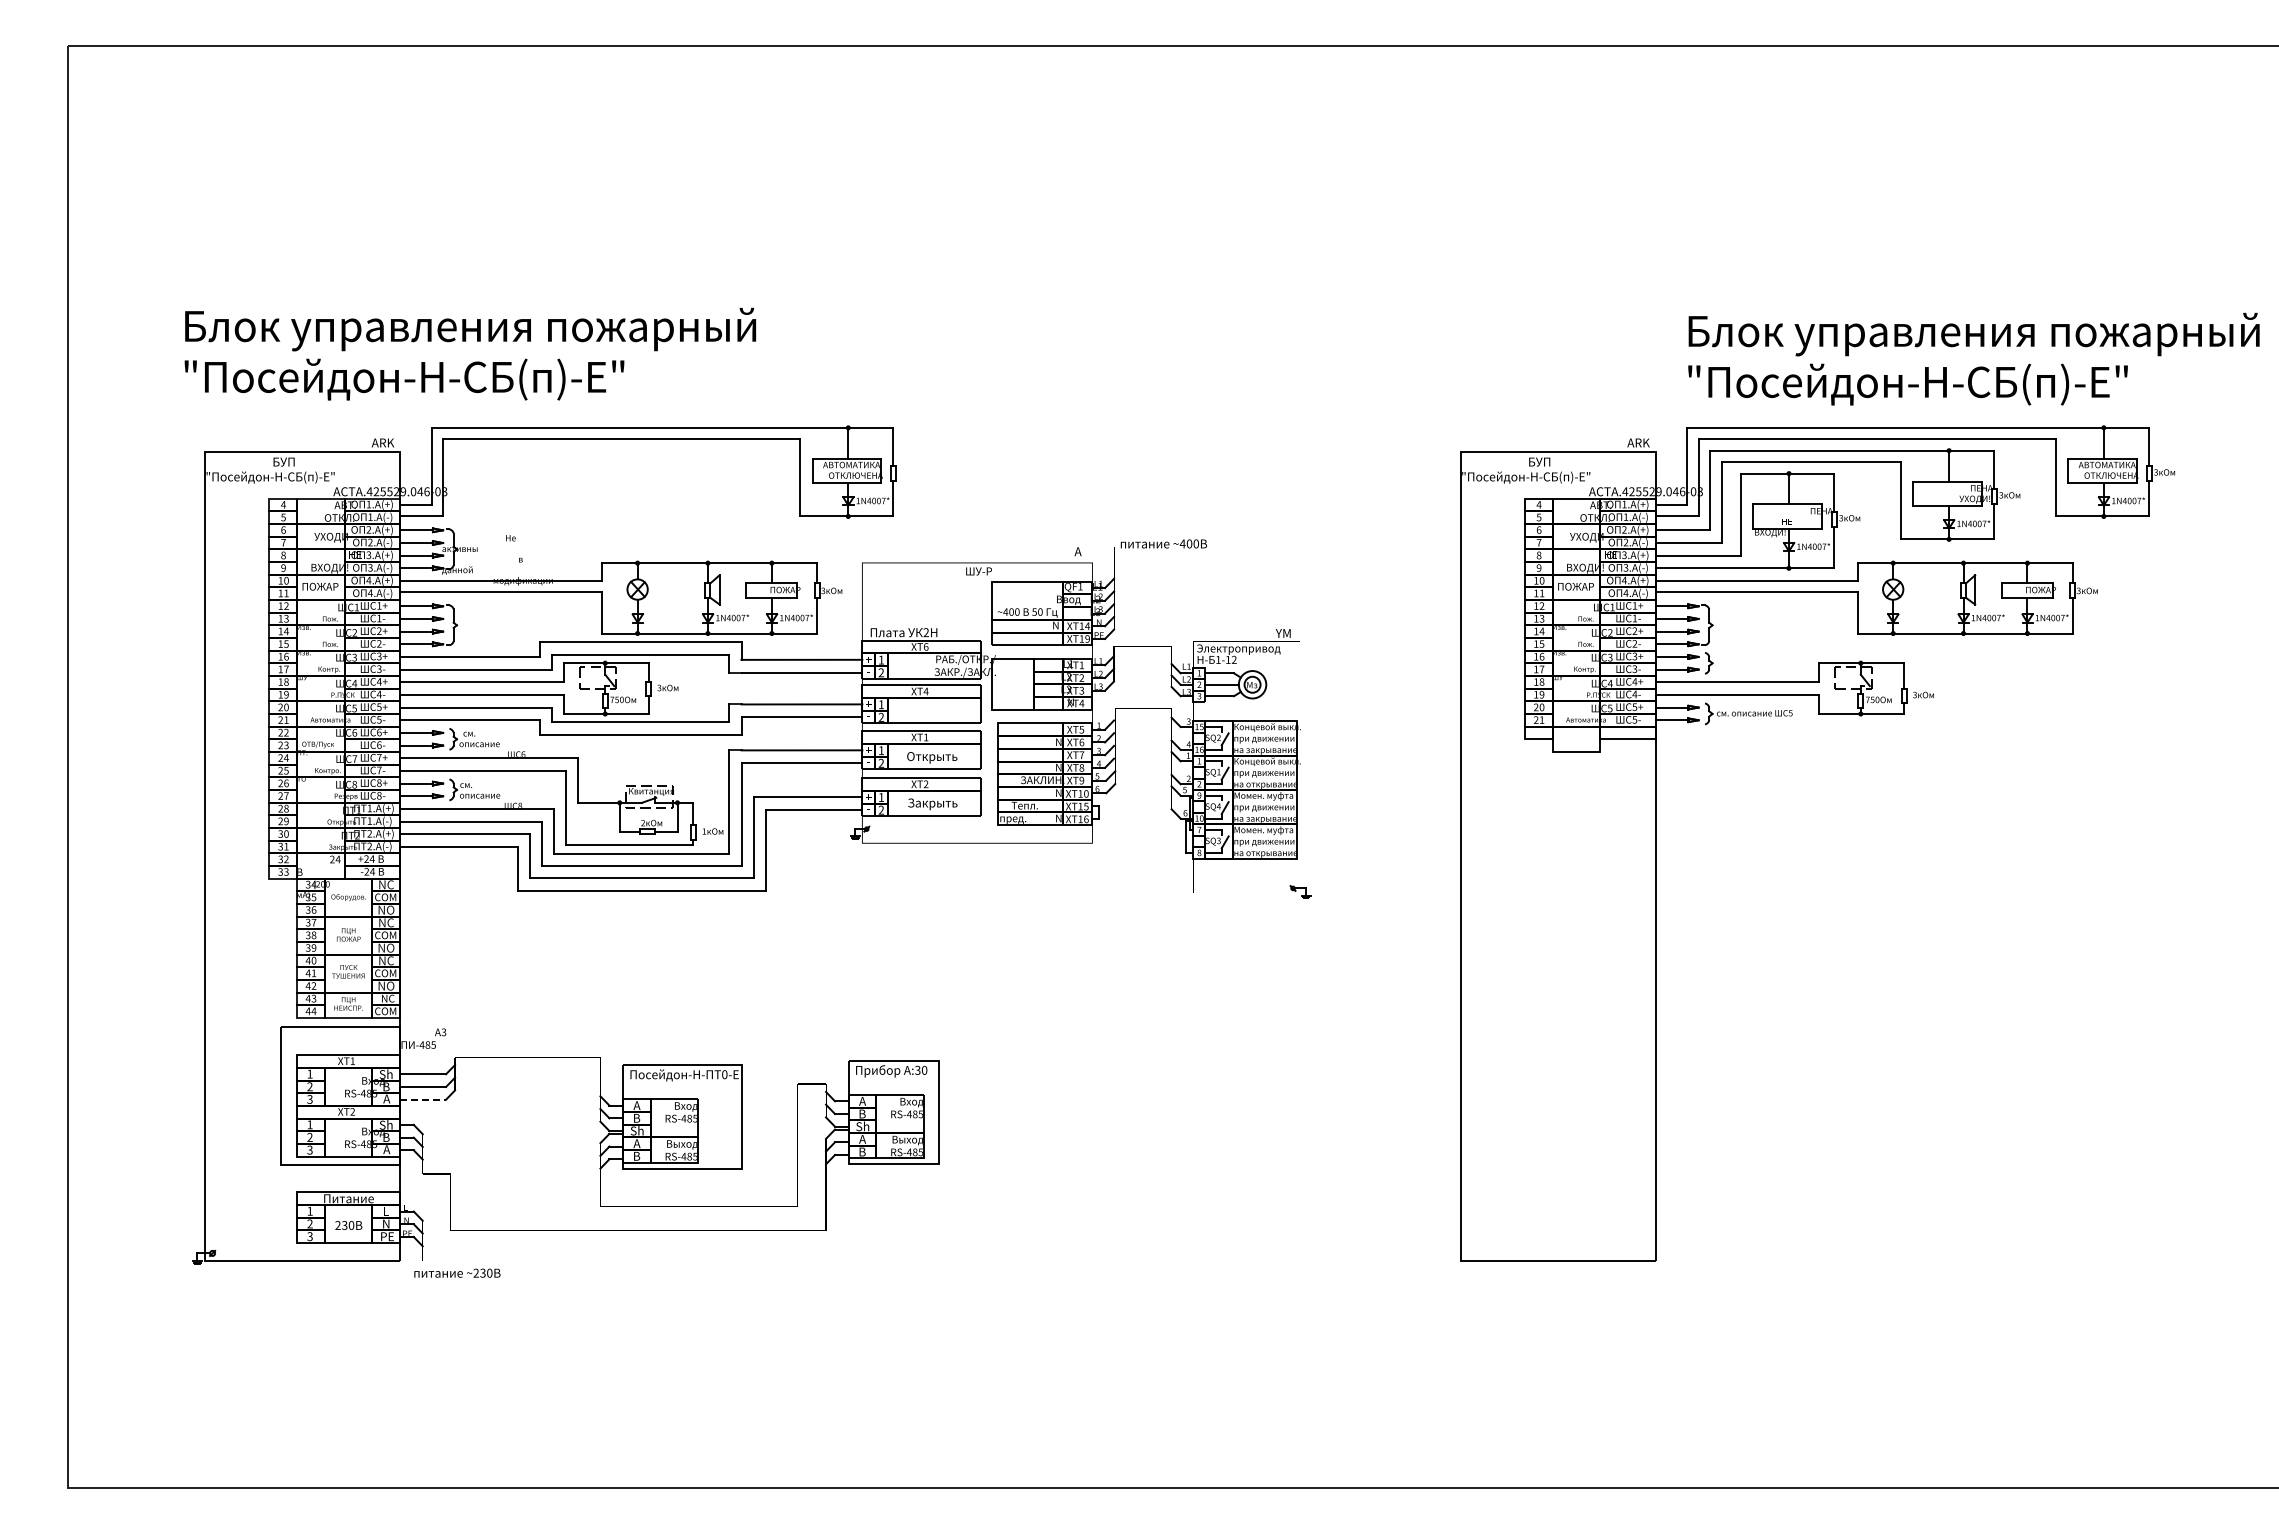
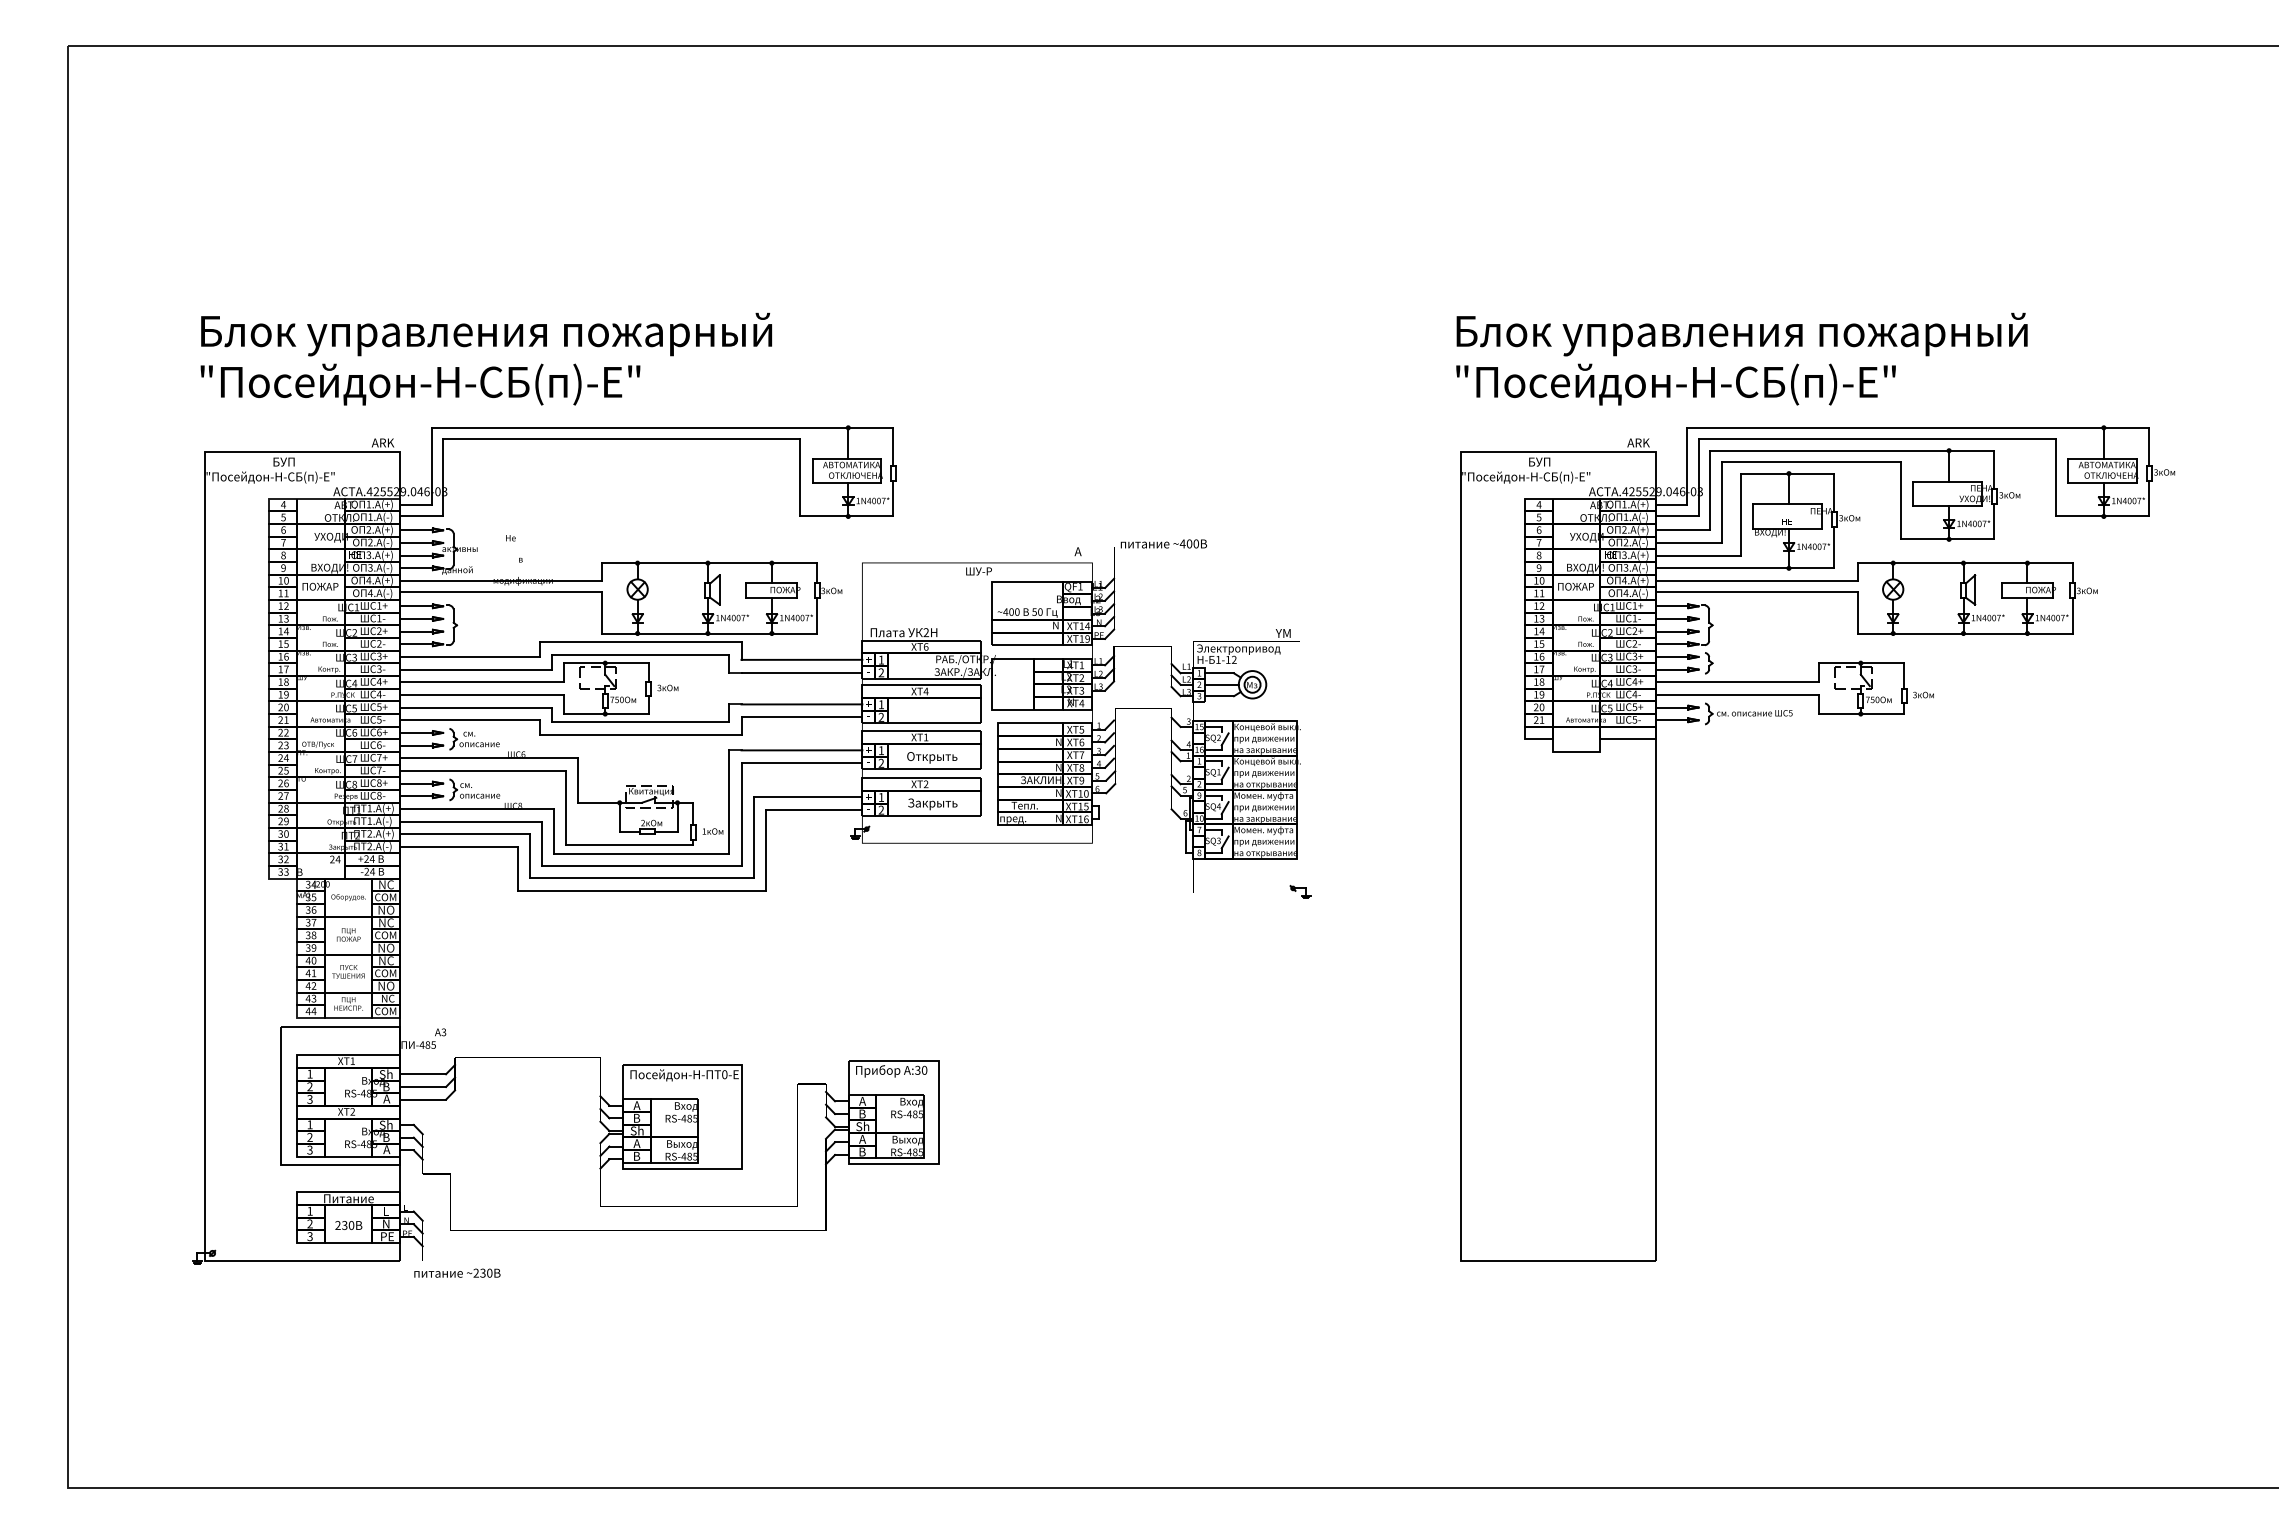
text at (469, 353) position: (469, 353) -> (485, 358)
text at (1973, 358) position: (1973, 358) -> (1741, 358)
line at (423, 1099): dashed -> solid
